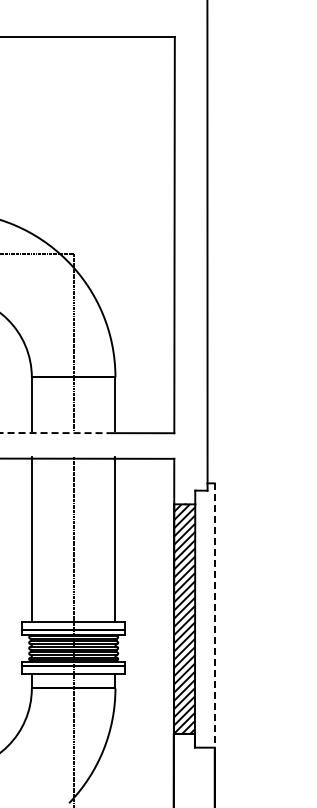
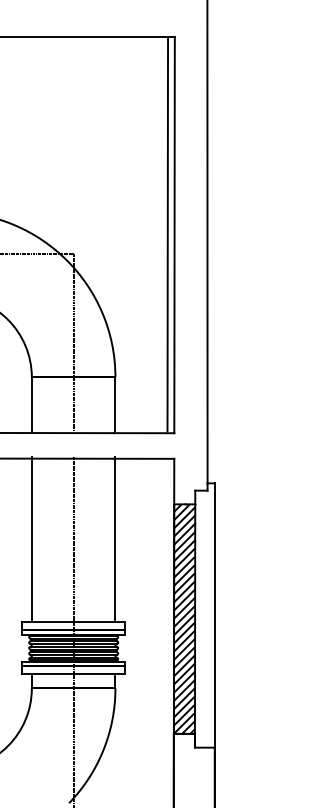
line at (167, 234): none -> present
line at (57, 433): dashed -> solid
line at (214, 616): dashed -> solid
